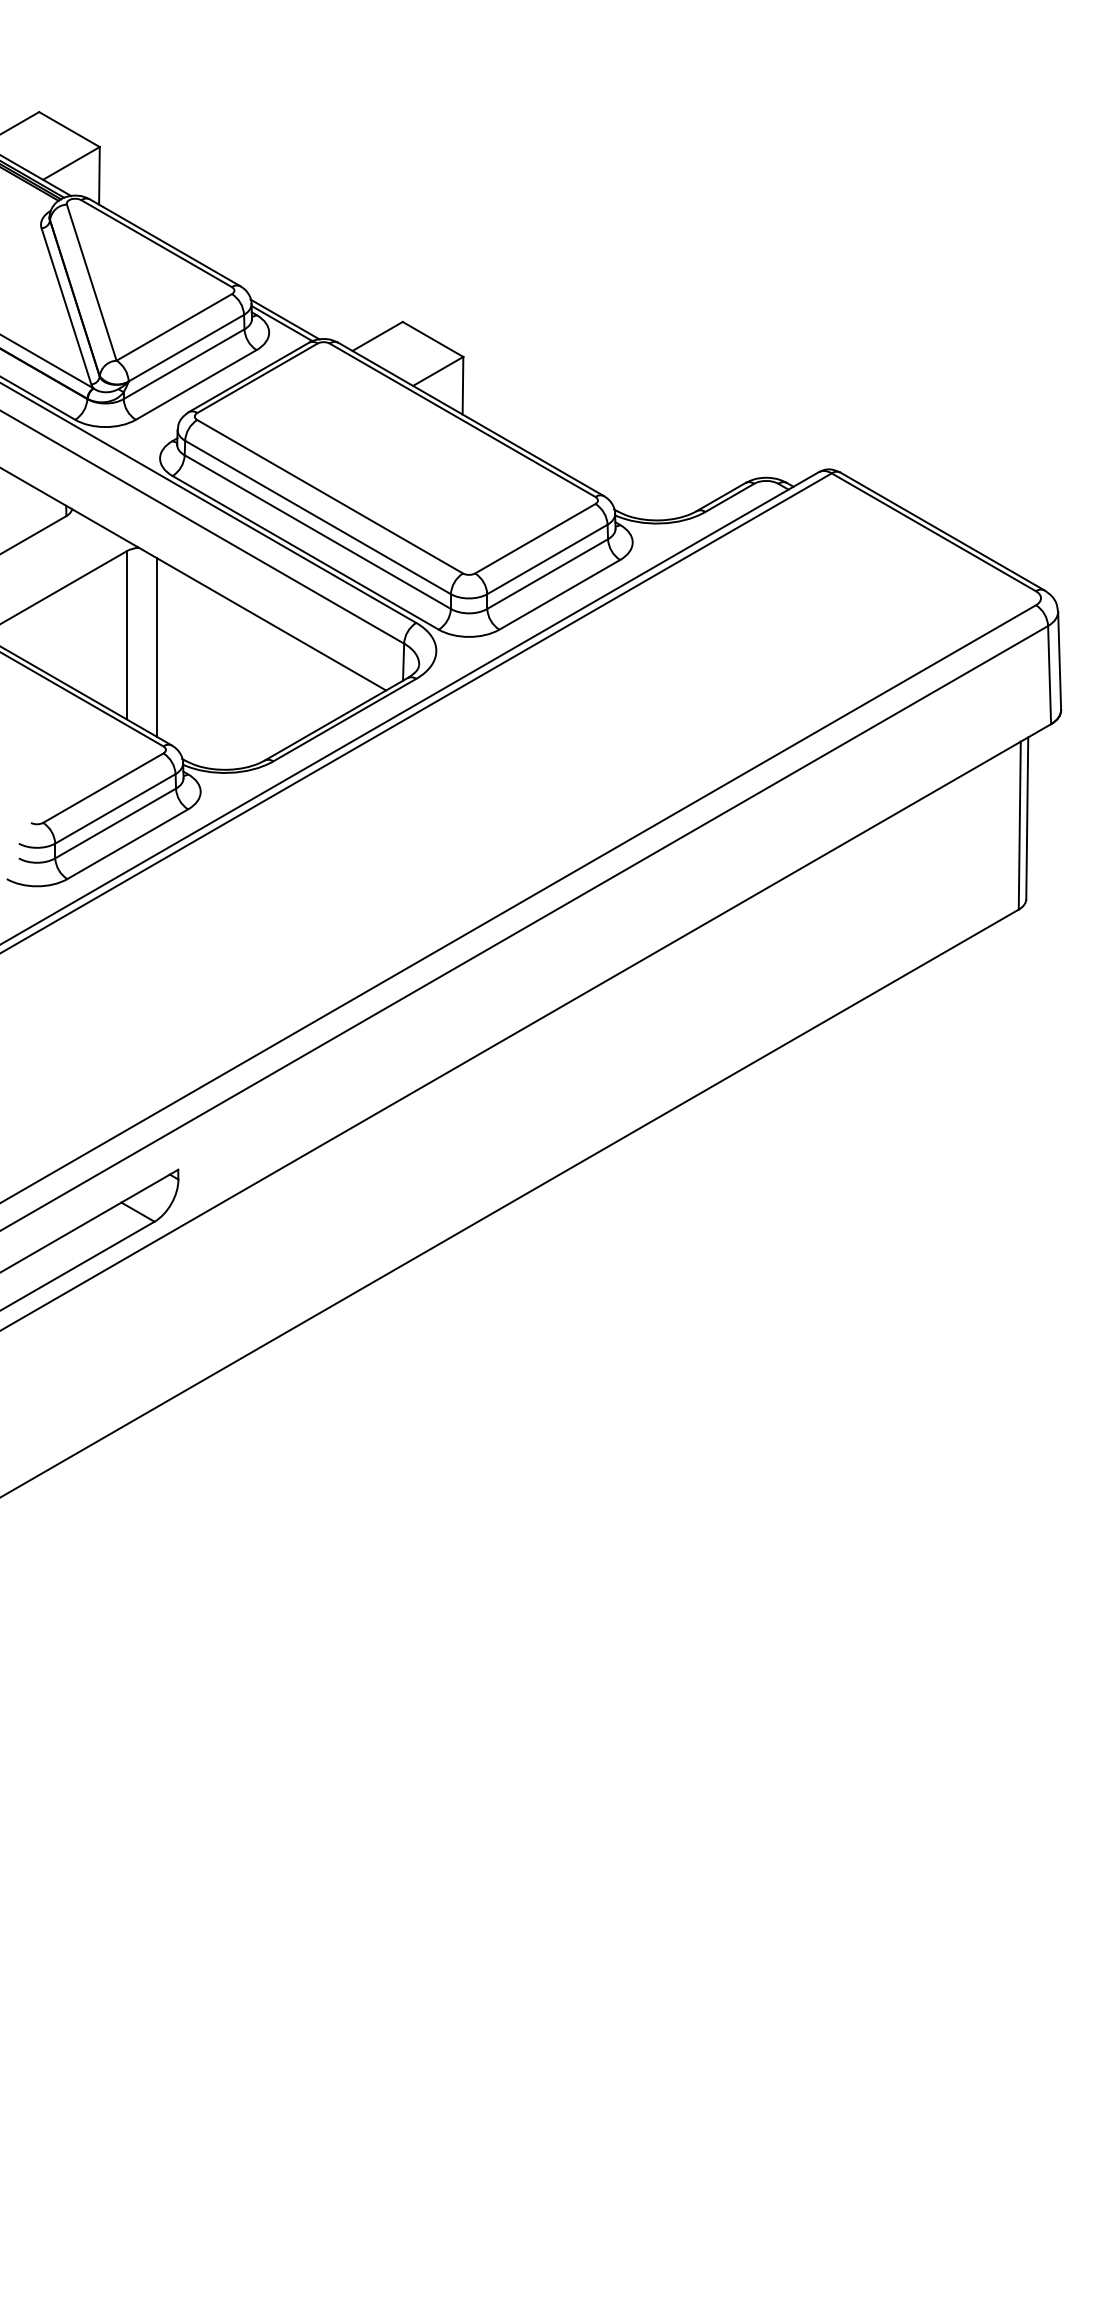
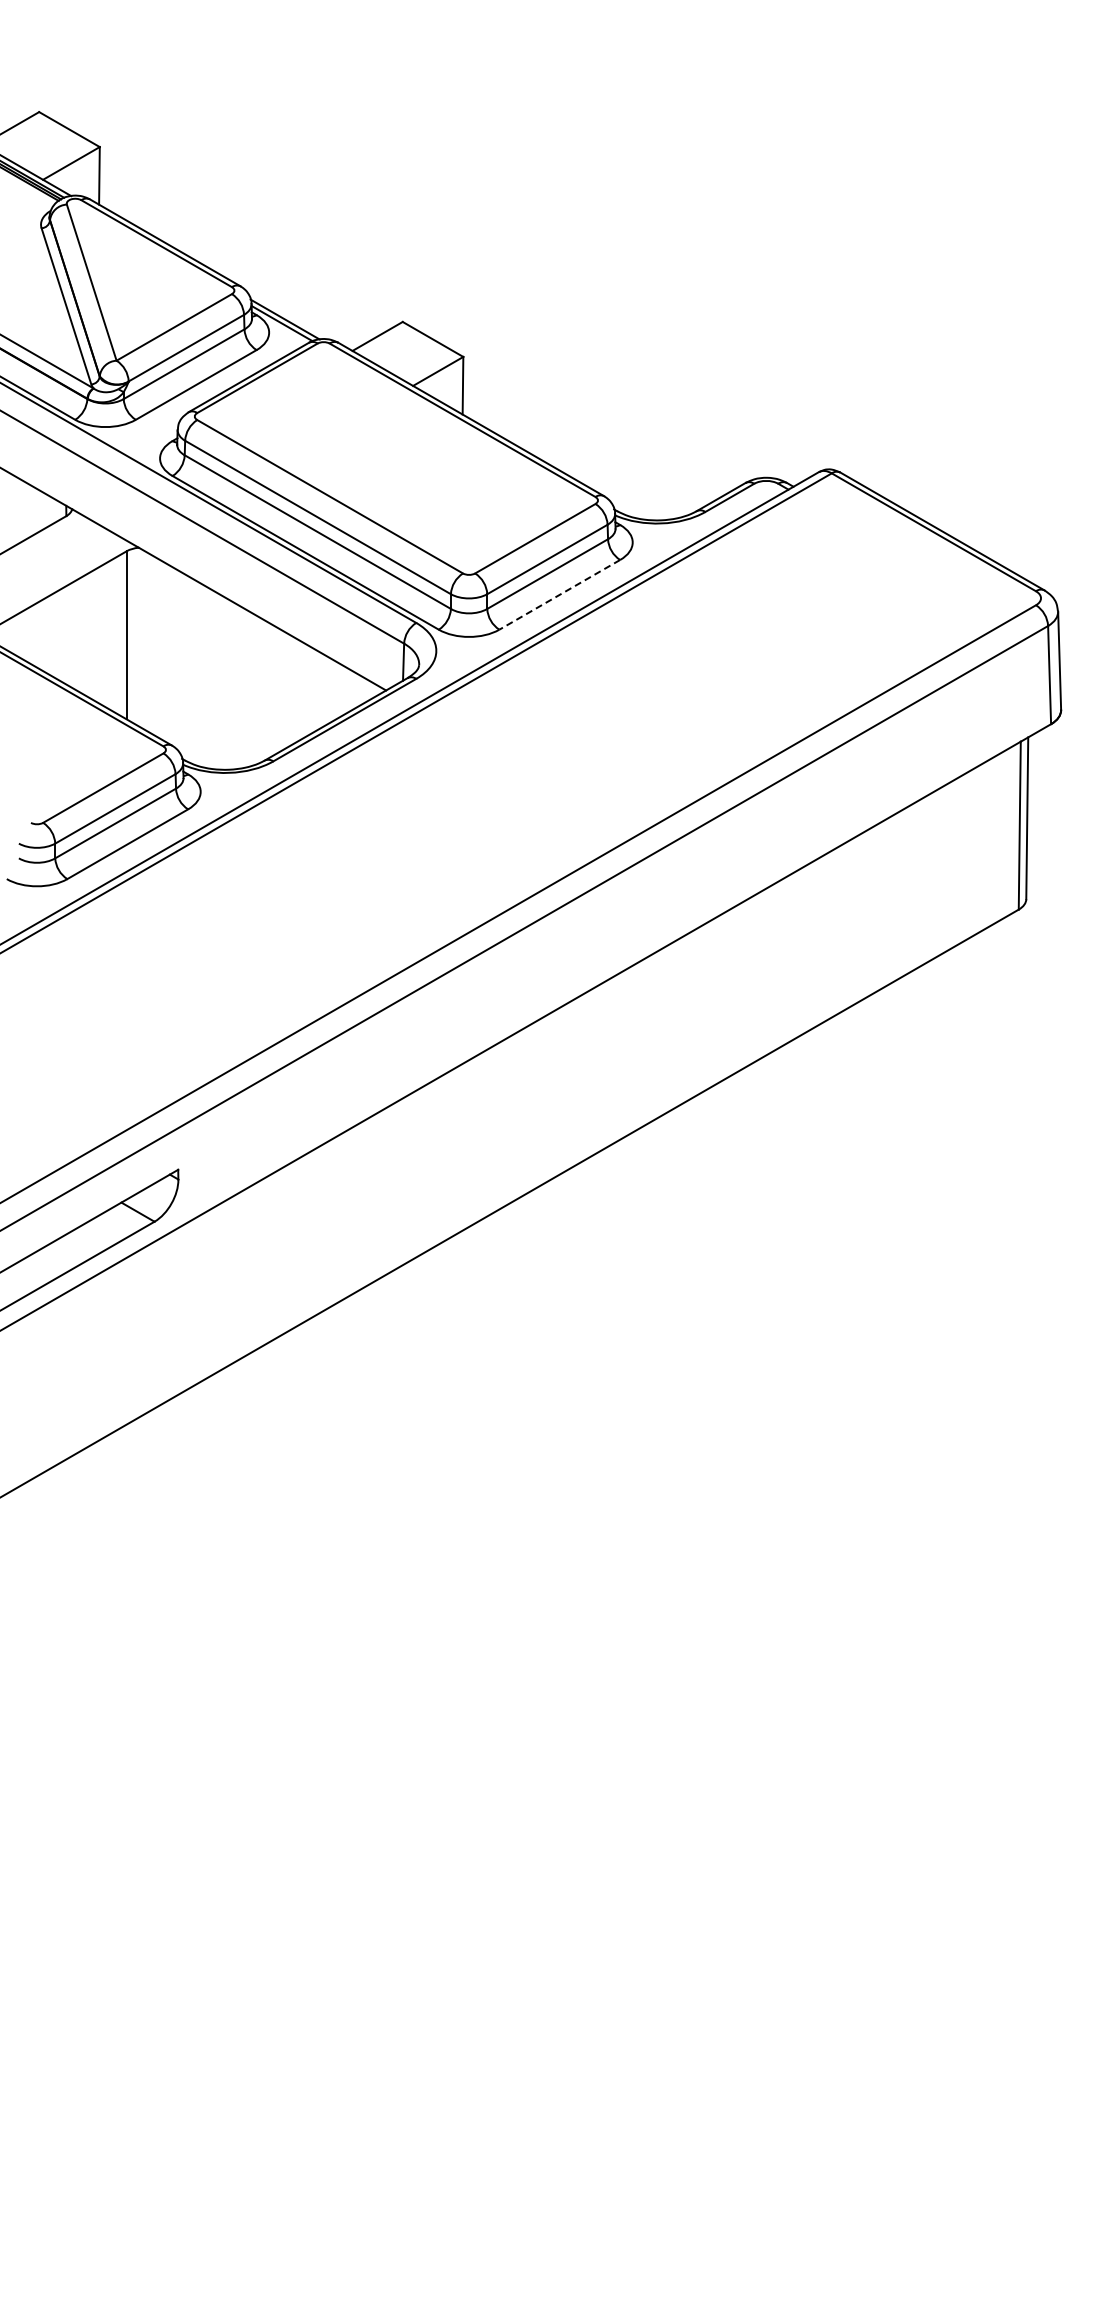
line at (559, 594): solid -> dashed
line at (157, 647): present -> none
